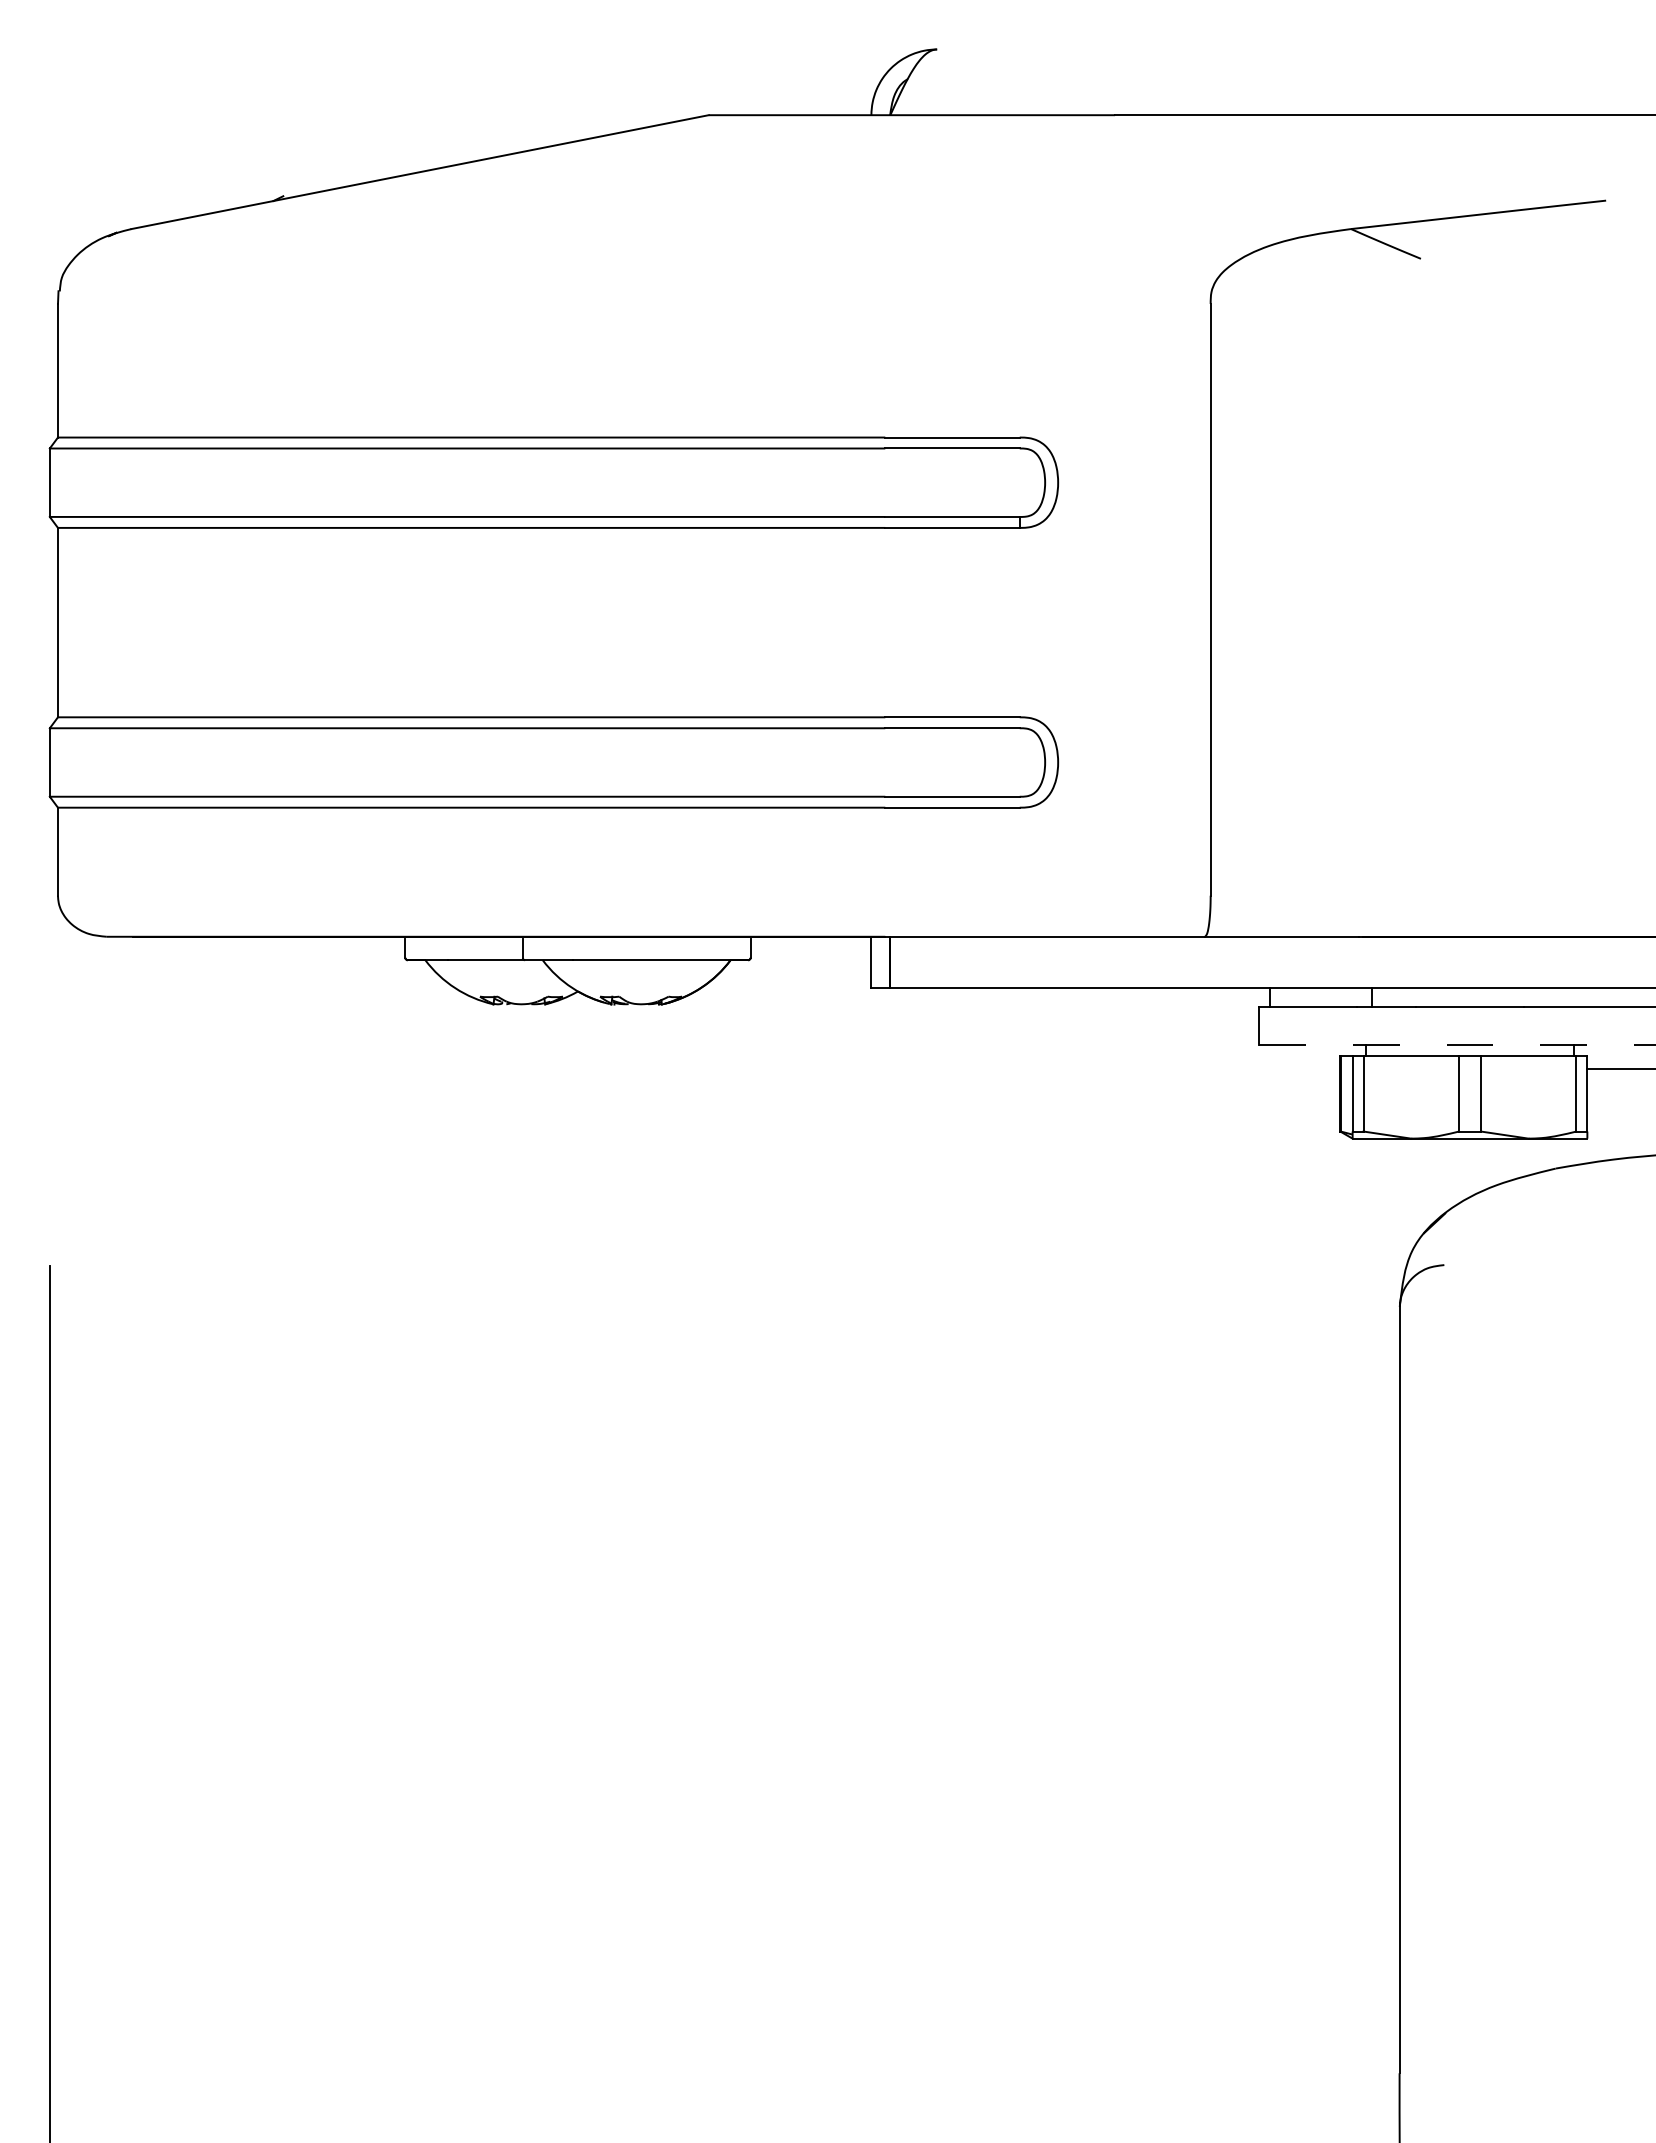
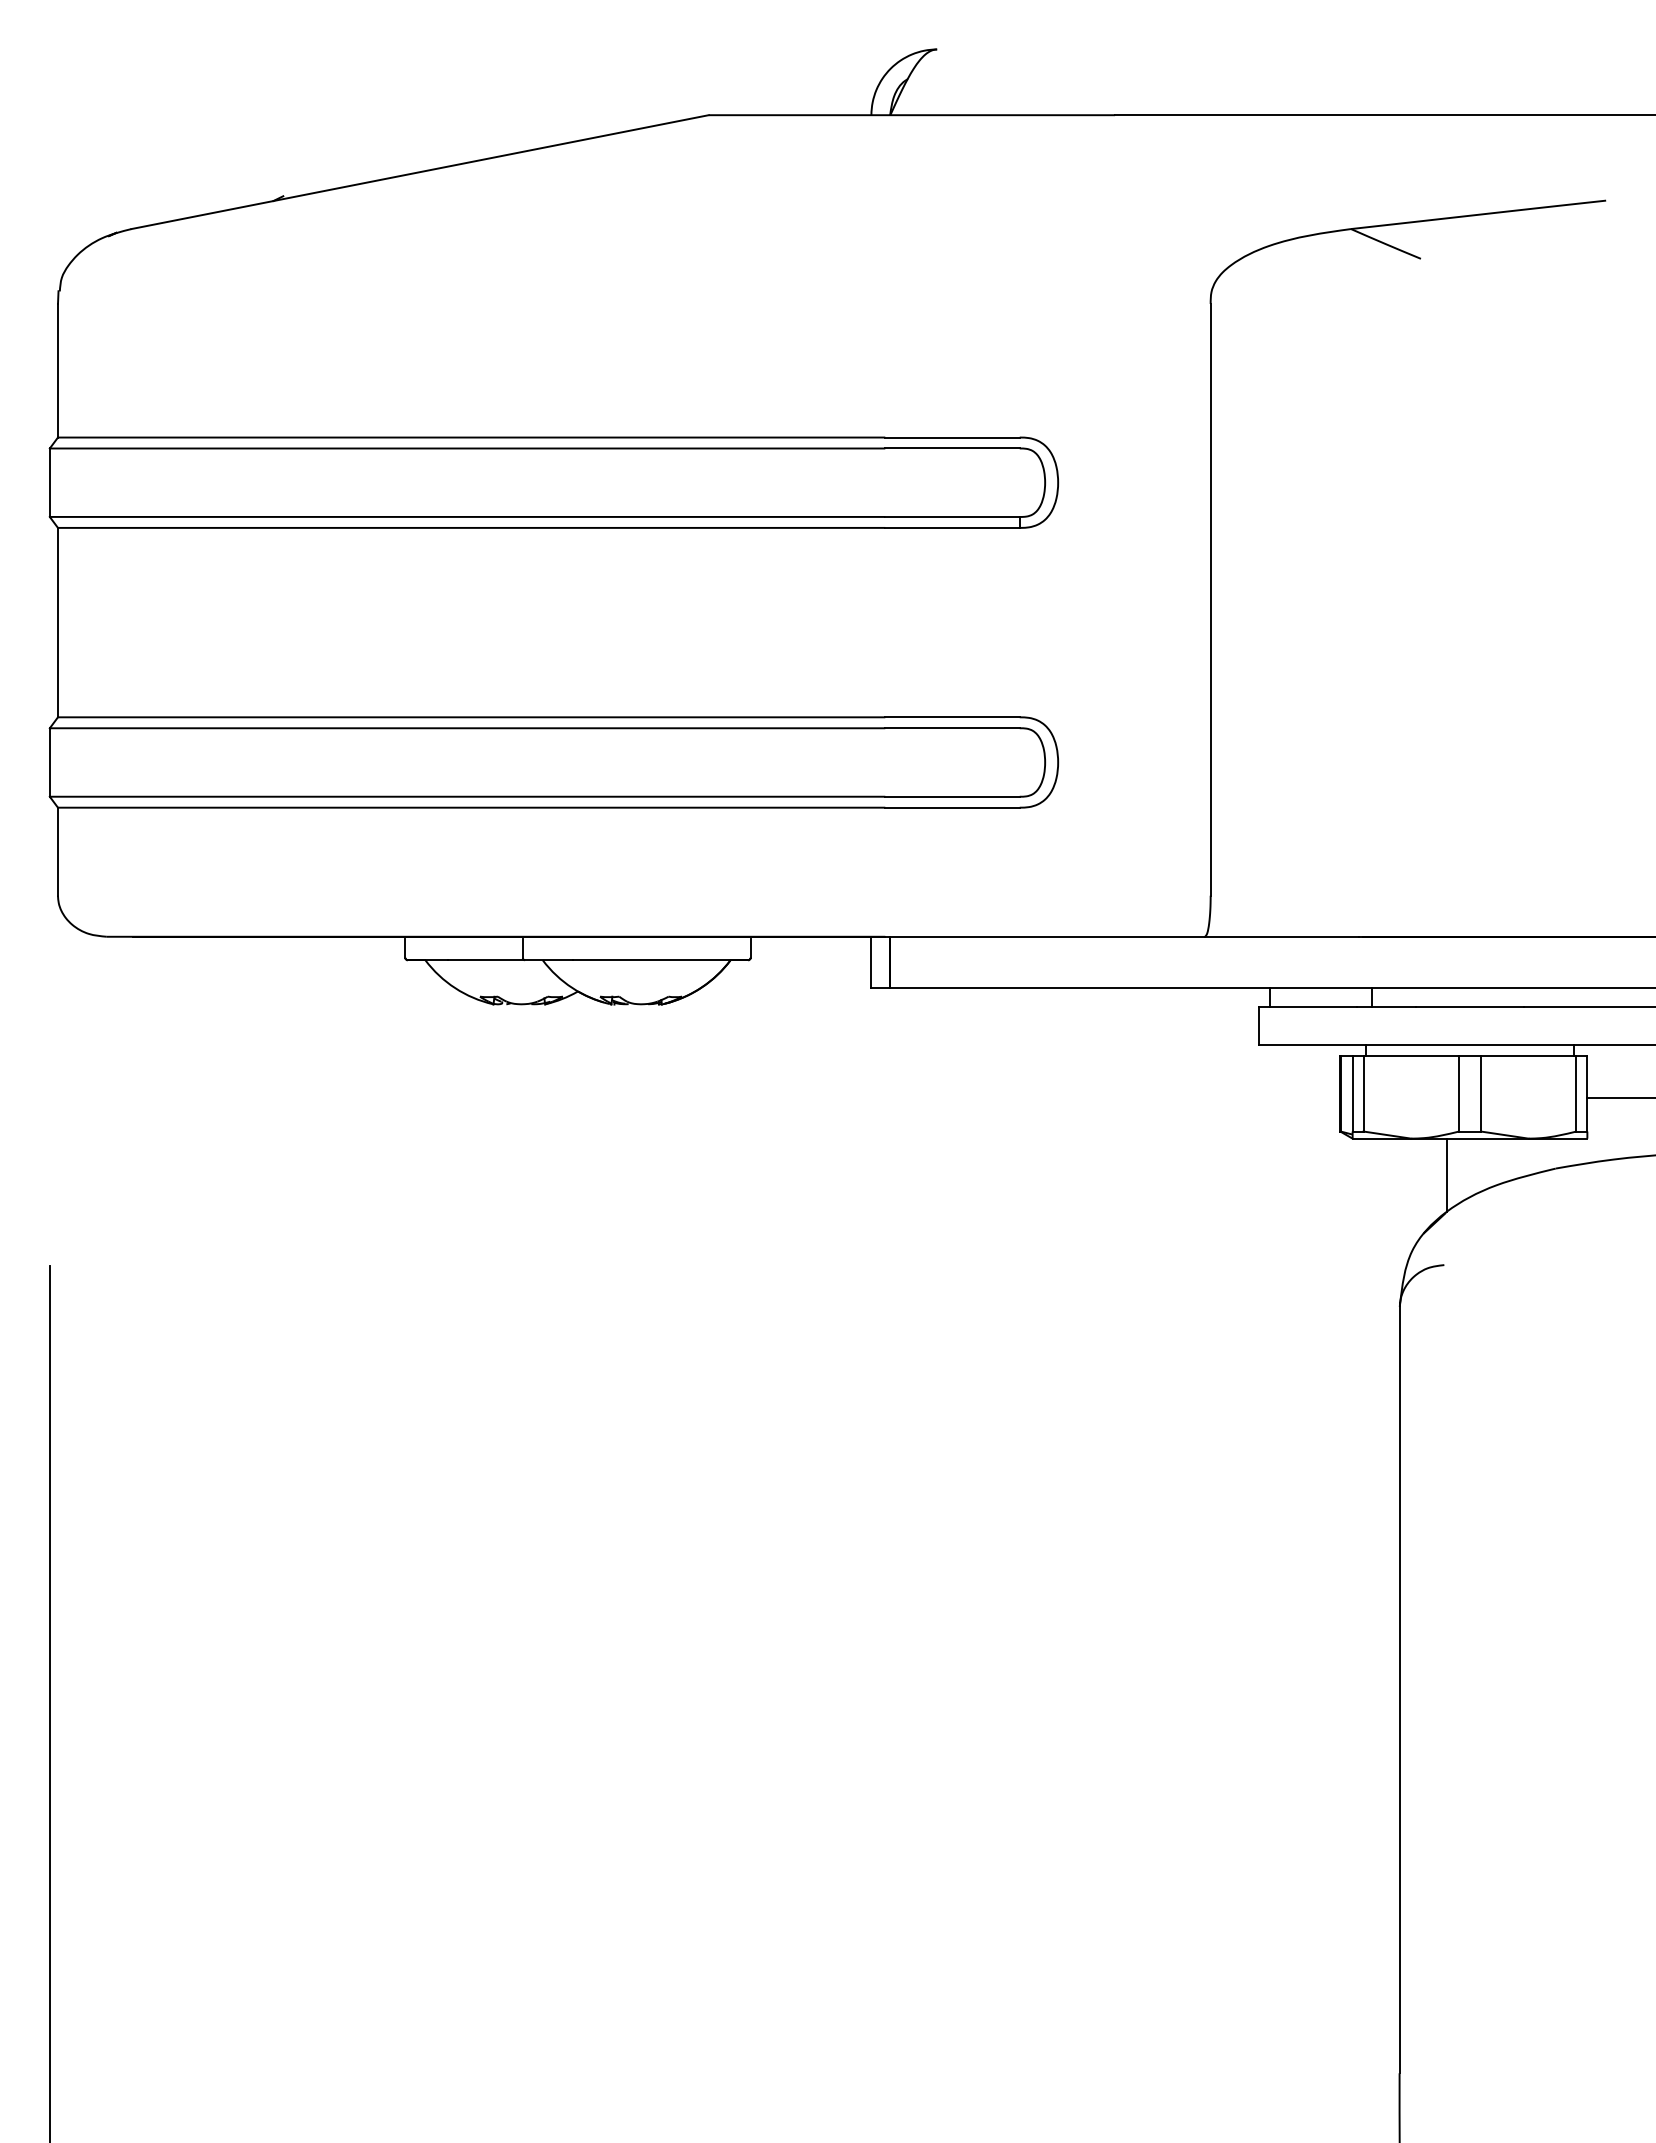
line at (1457, 1044): dashed -> solid
line at (1619, 1068) position: (1619, 1068) -> (1619, 1097)
line at (1446, 1175): none -> present
